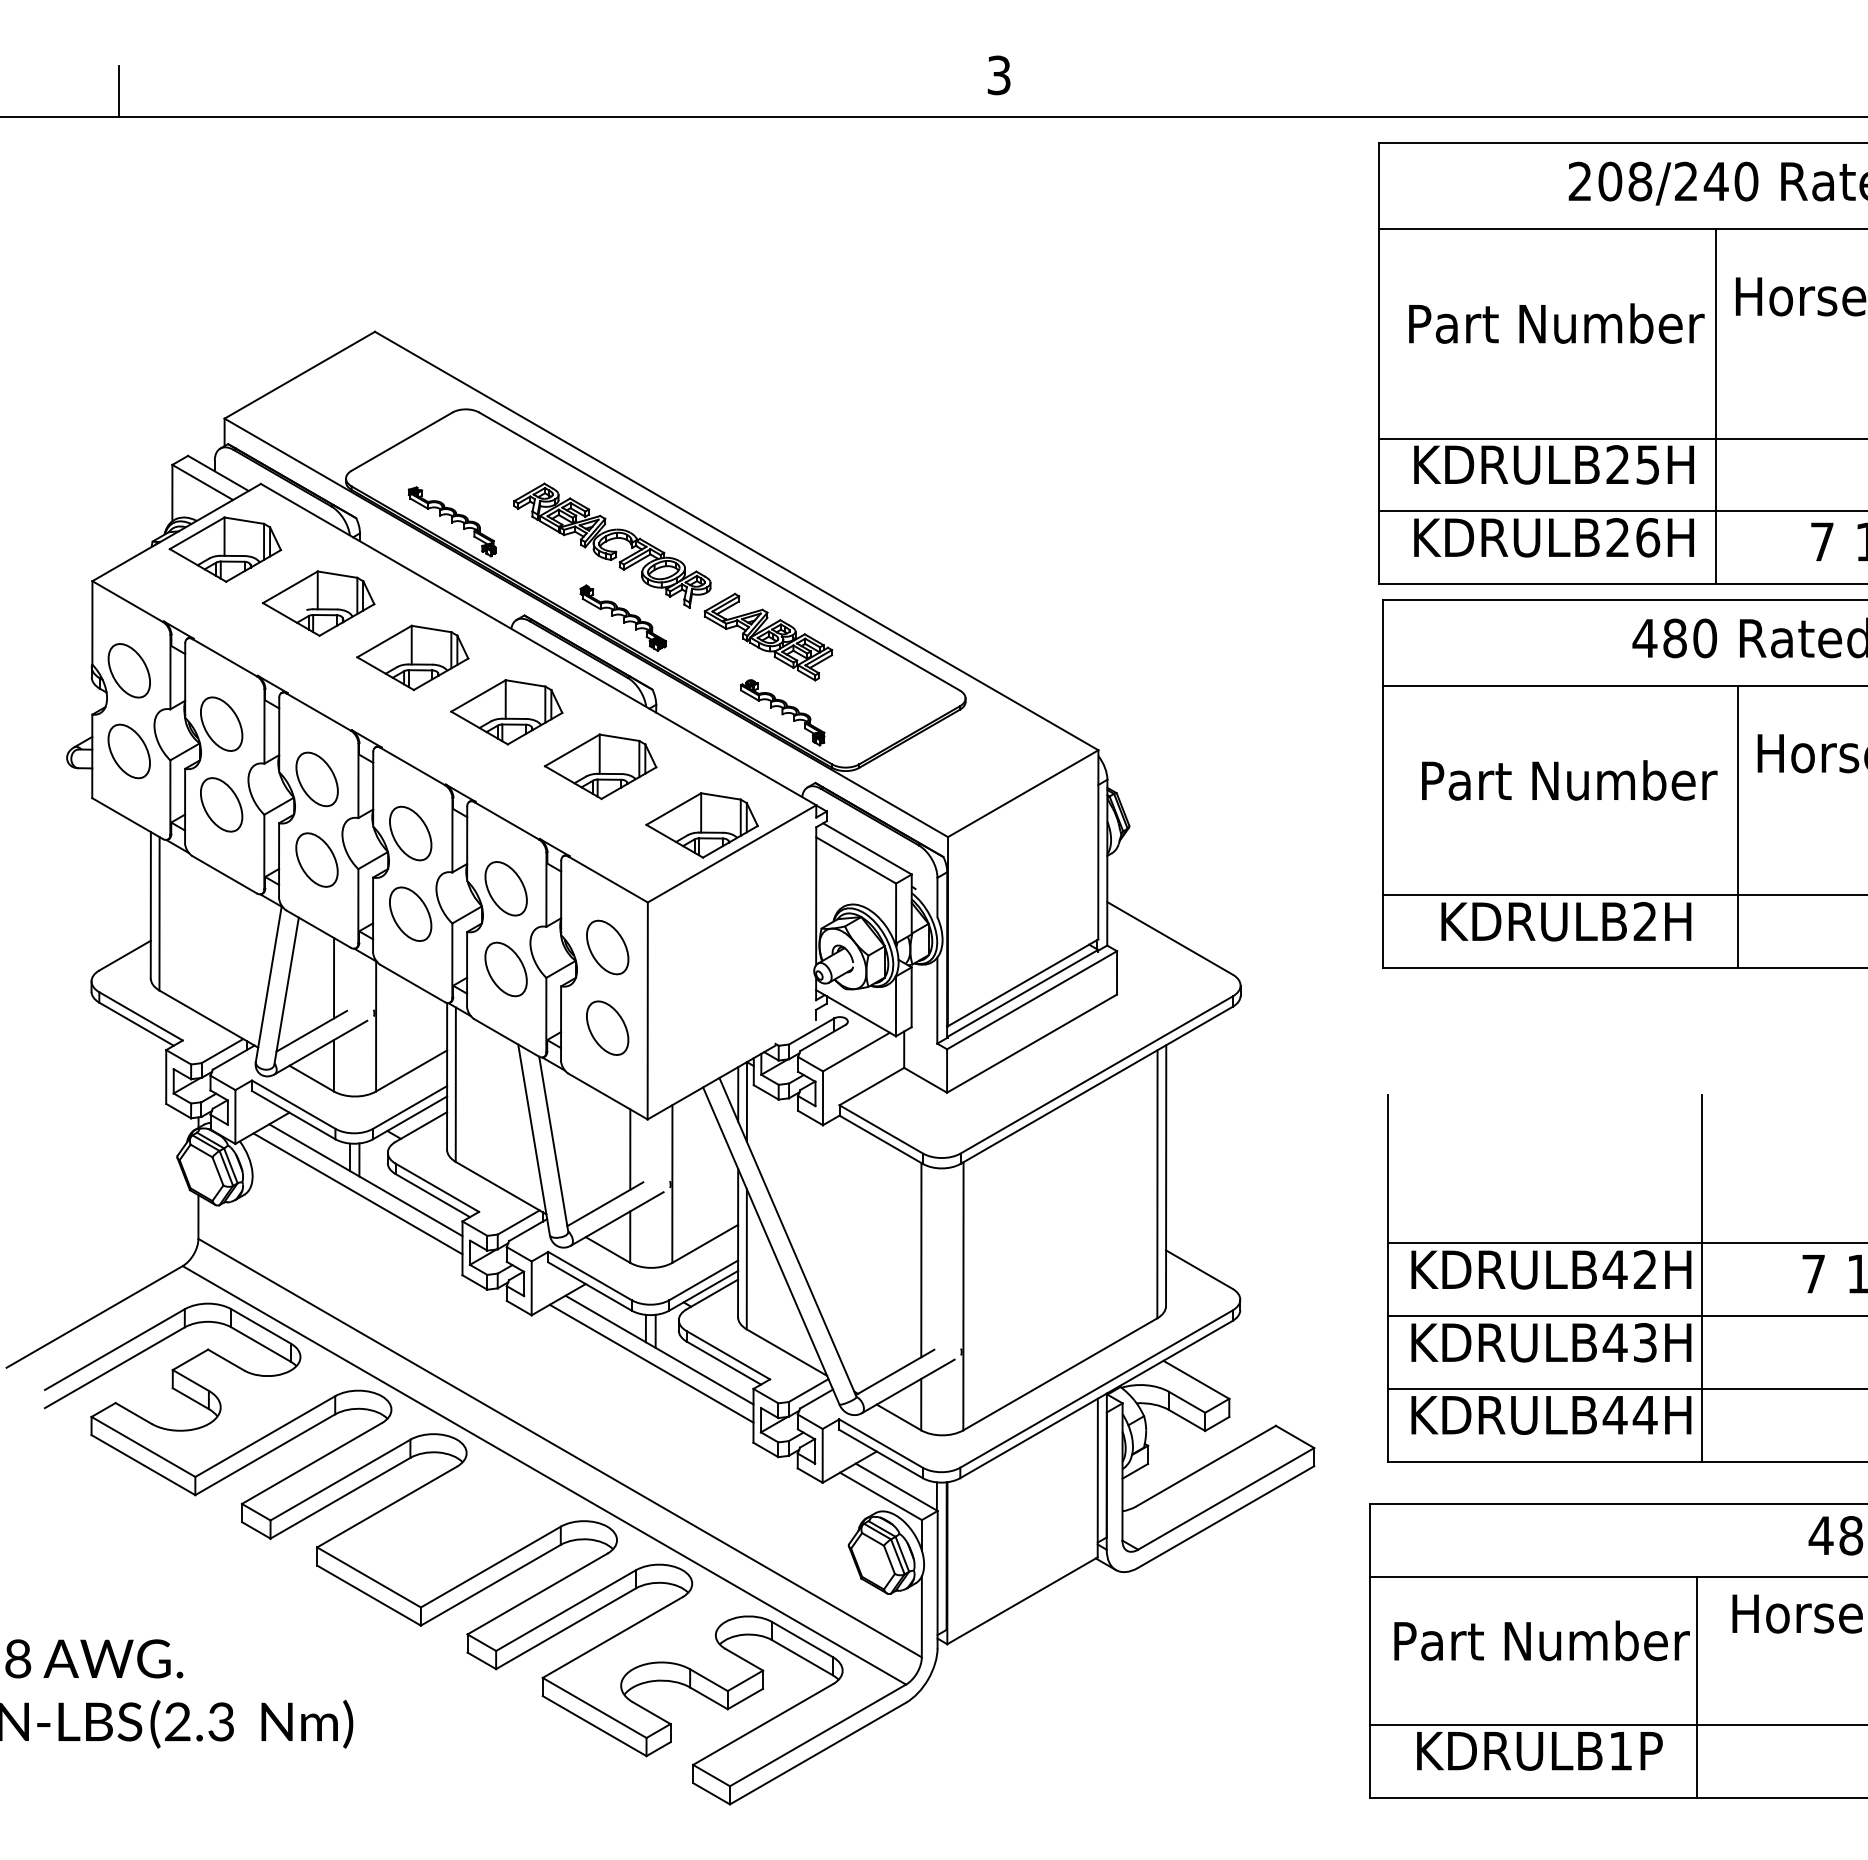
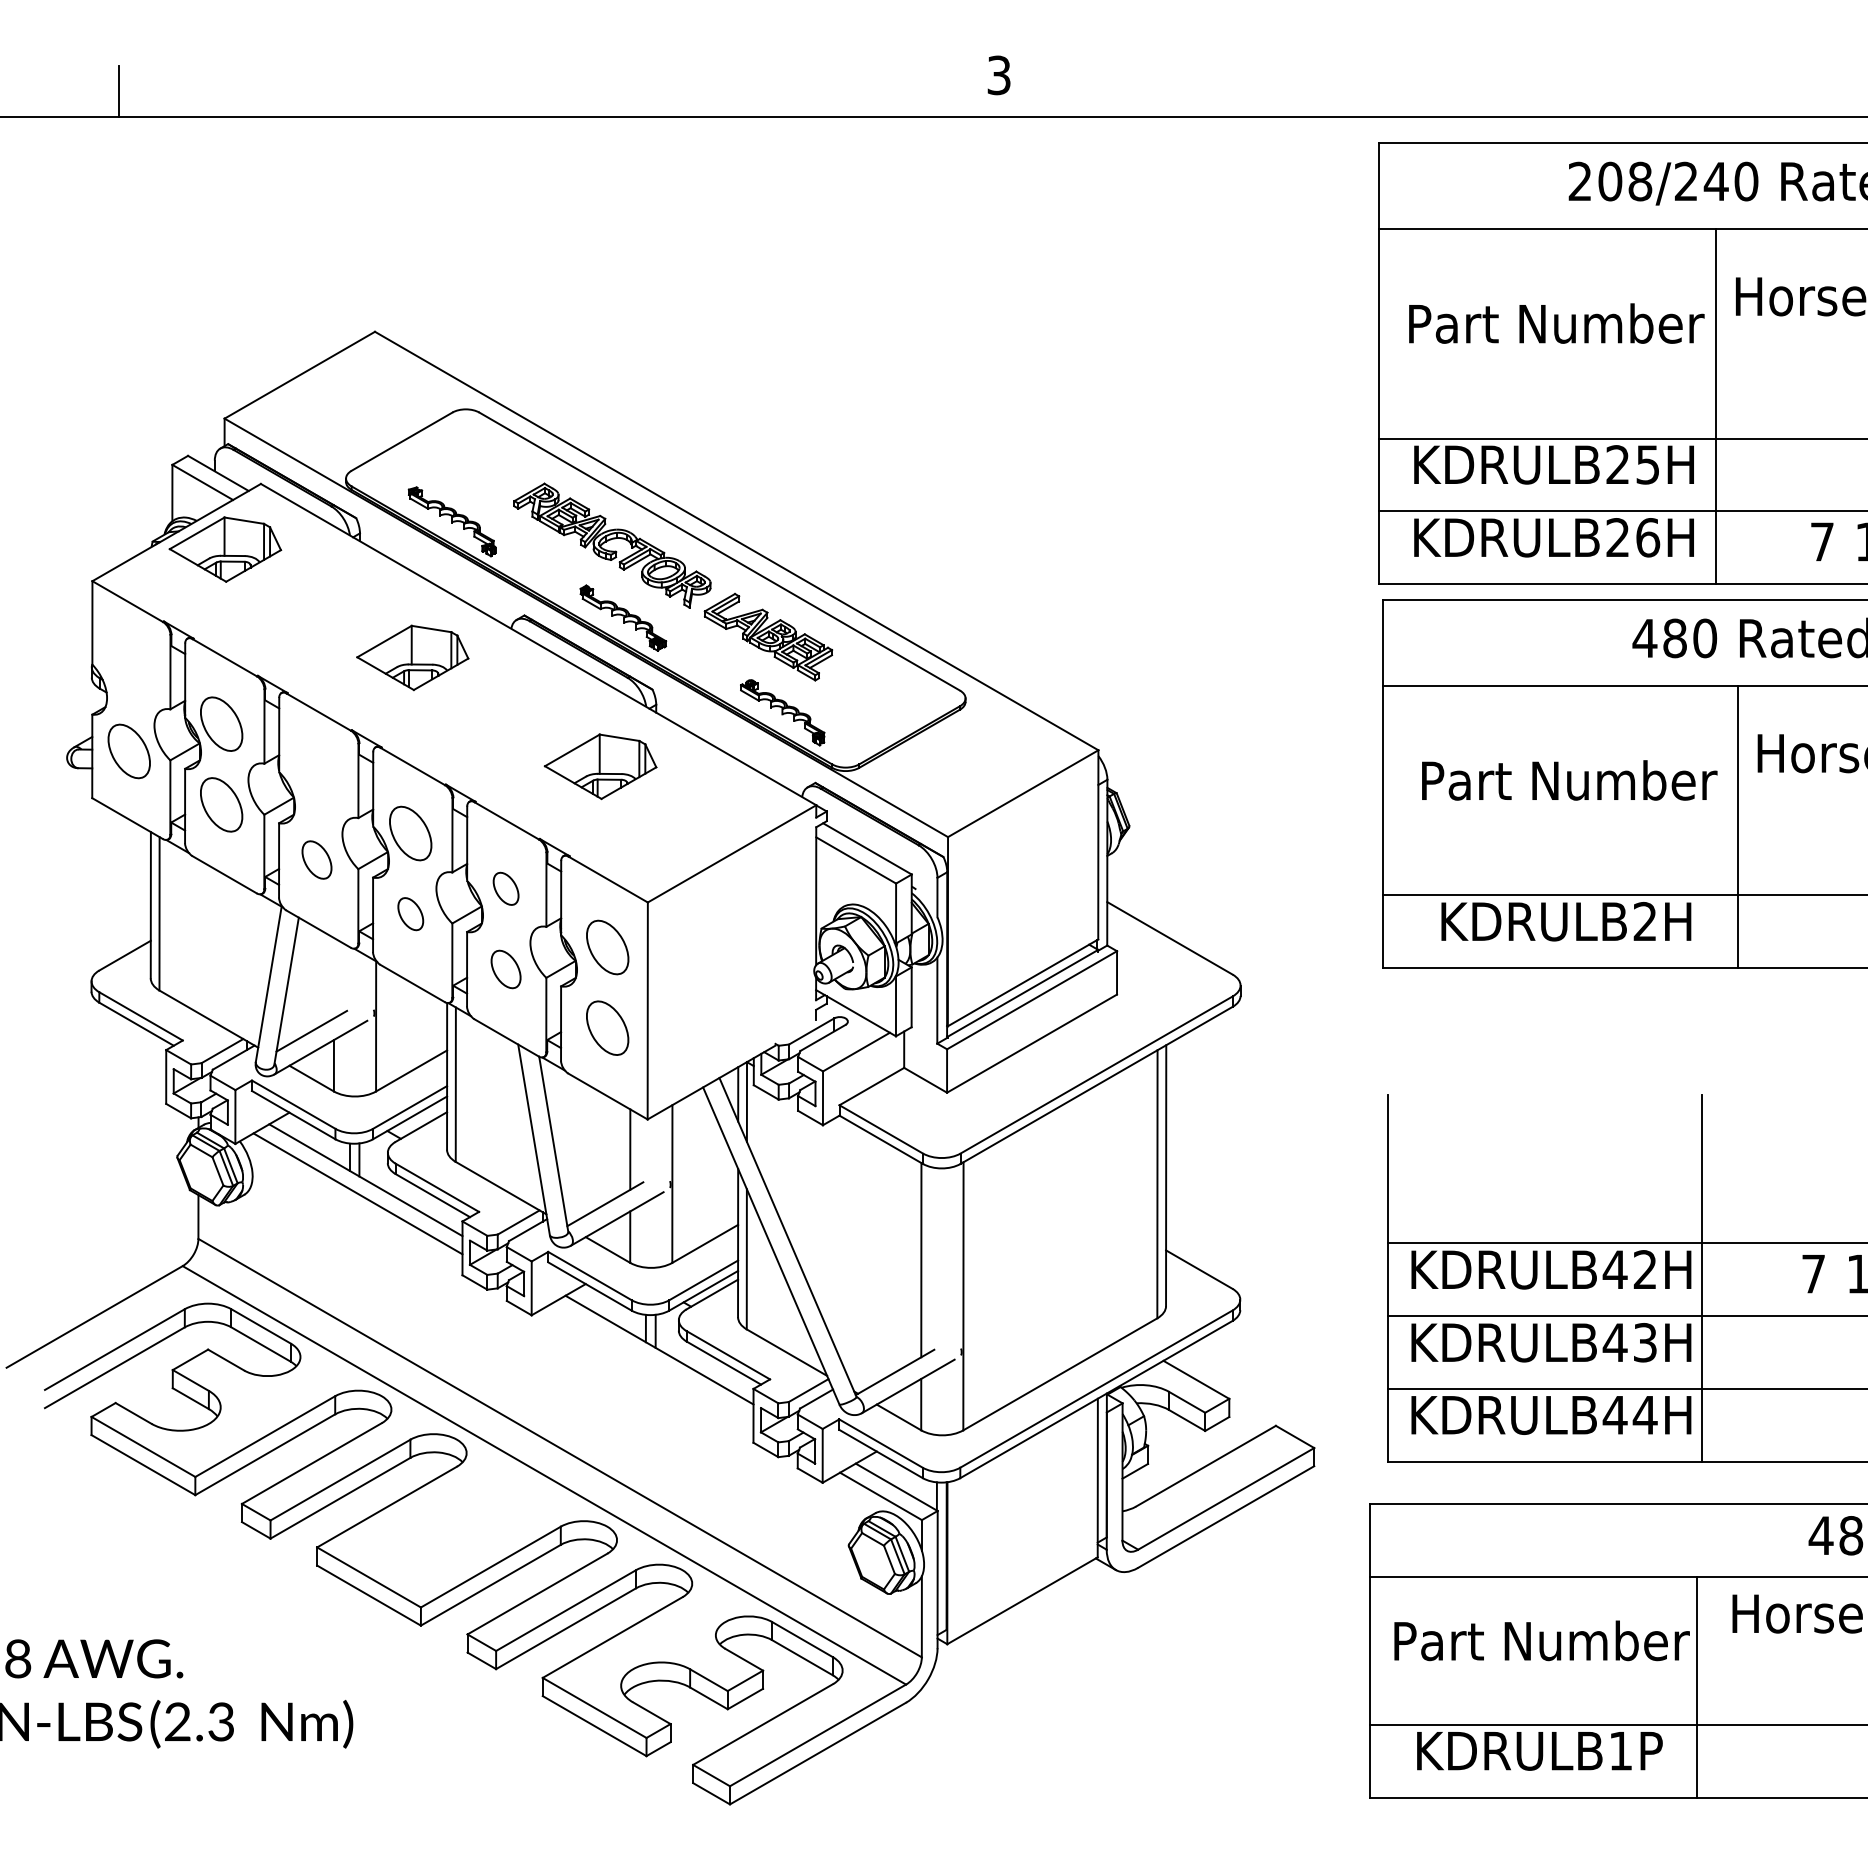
part at (318, 603): present -> none
part at (128, 670): present -> none
part at (506, 712): present -> none
part at (316, 779): present -> none
part at (701, 825): present -> none
part at (316, 859) size: 44x56 px -> 32x40 px
part at (505, 888) size: 44x56 px -> 28x35 px
part at (410, 913) size: 44x56 px -> 28x35 px
part at (505, 969) size: 44x57 px -> 32x41 px
line at (334, 978): present -> none
line at (651, 1363): present -> none
